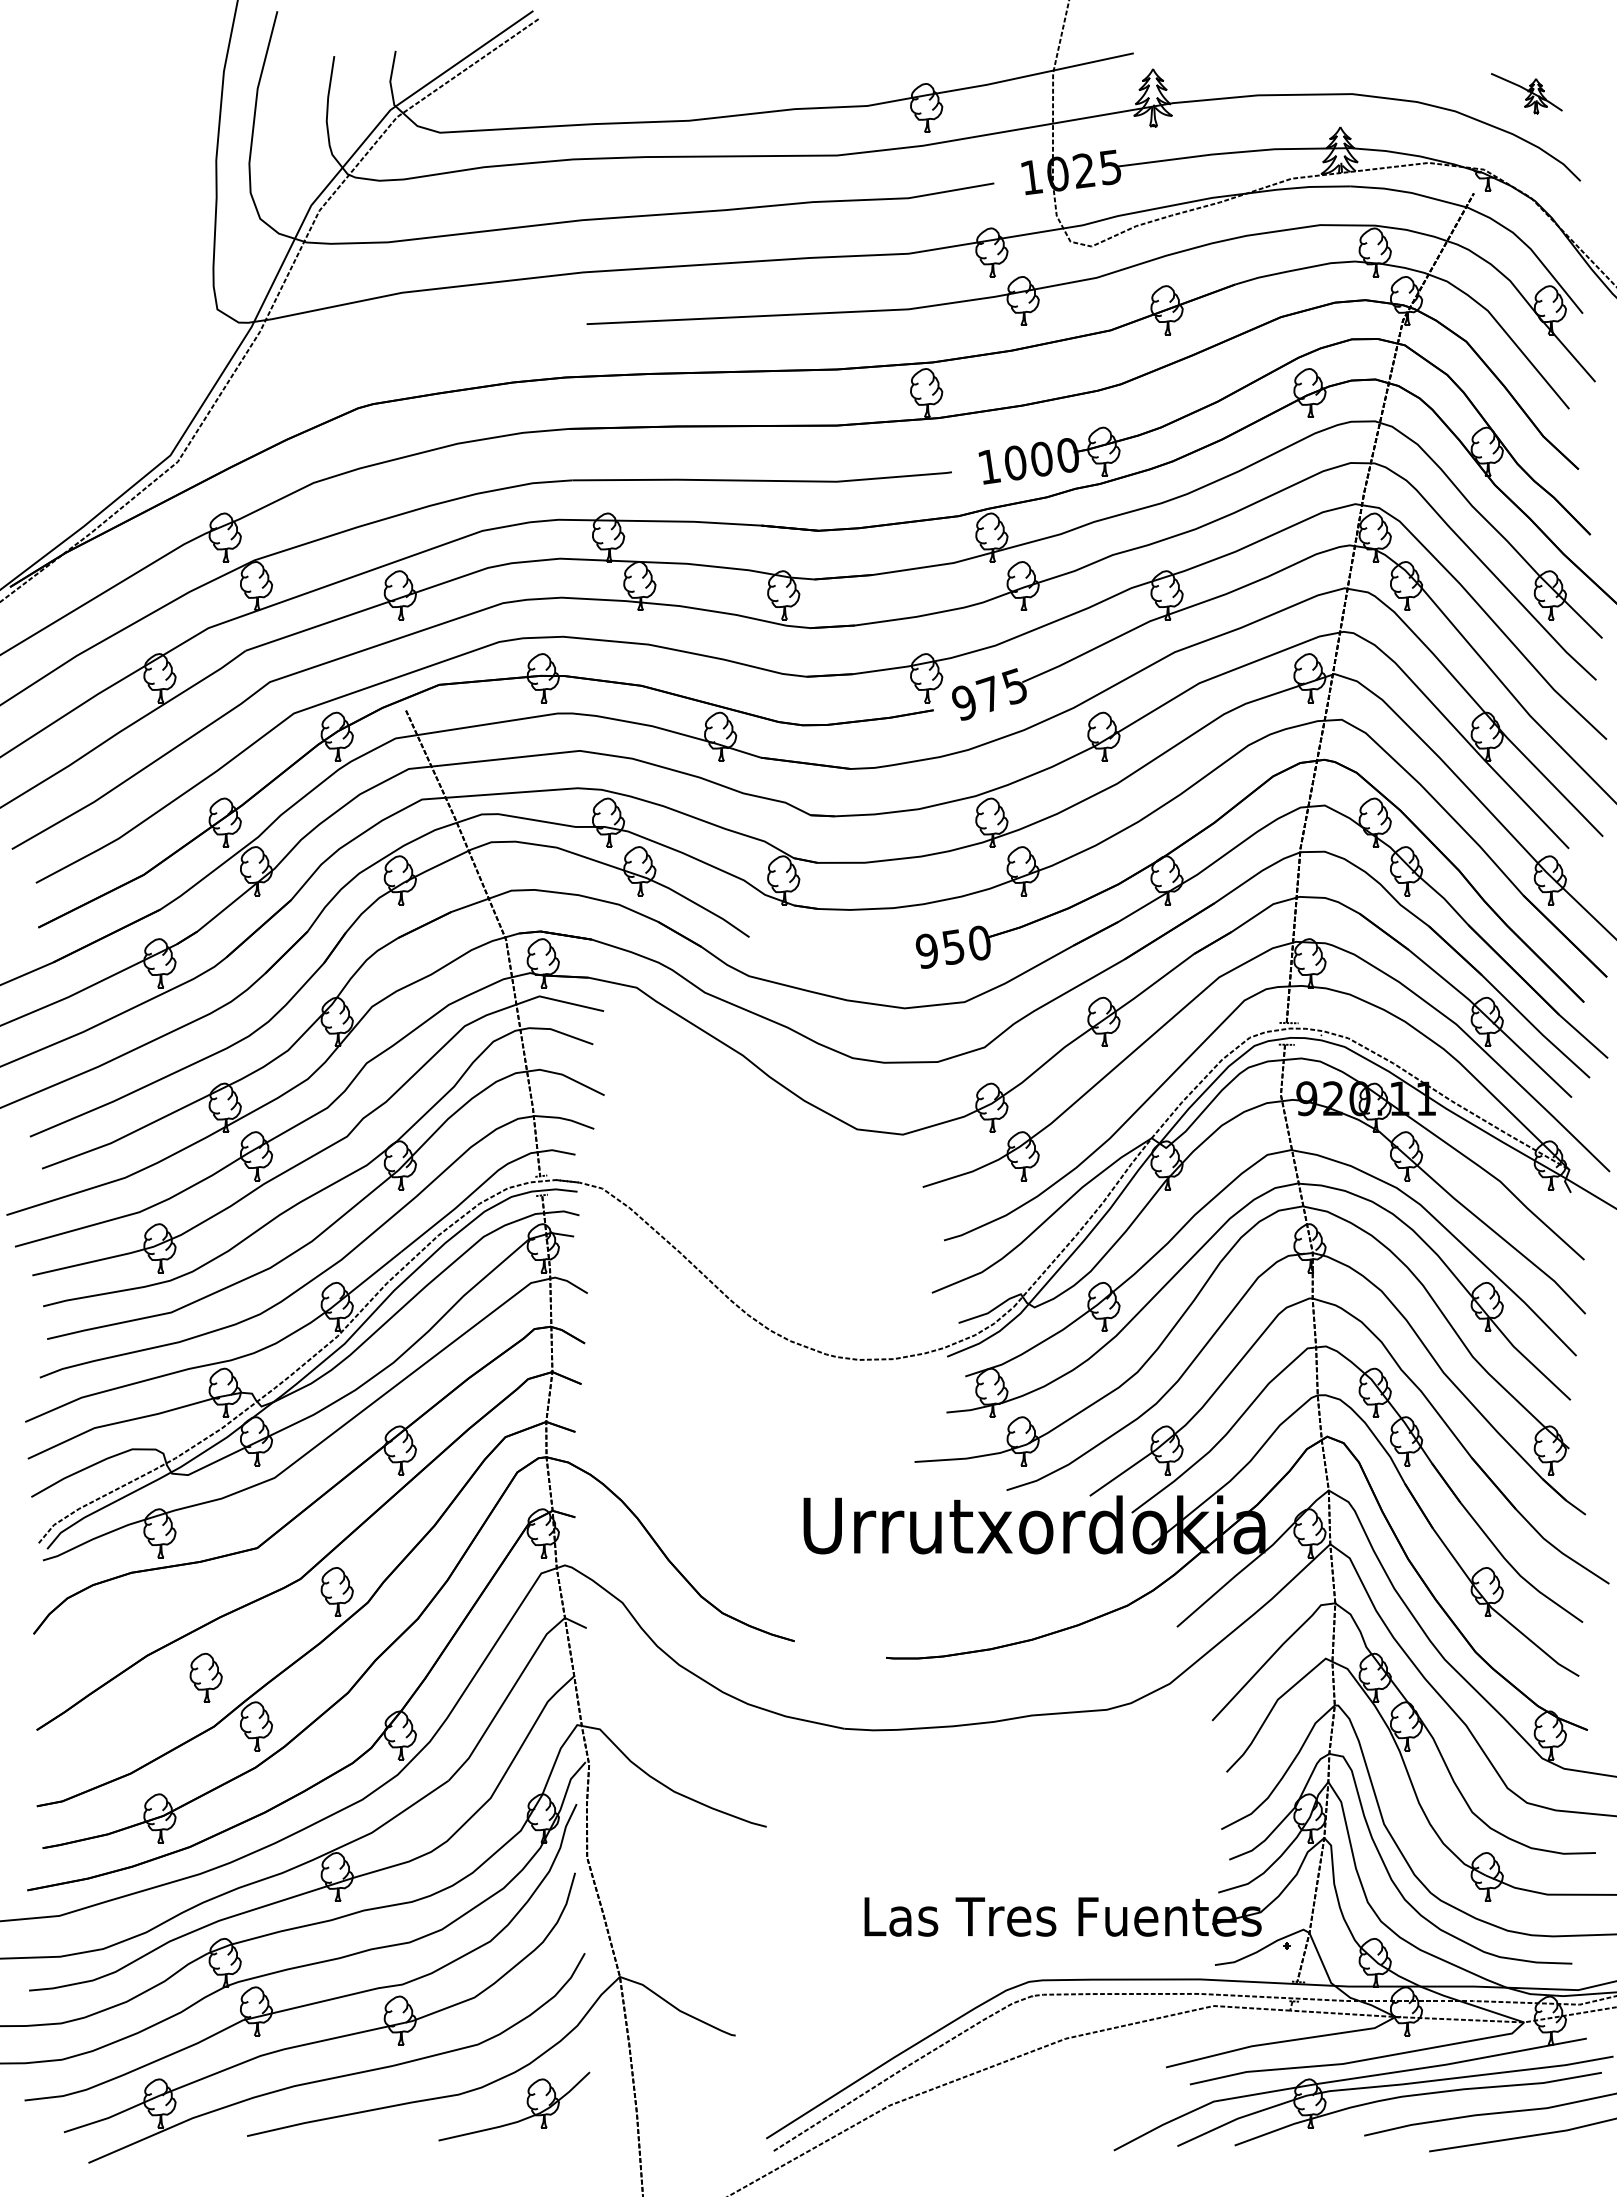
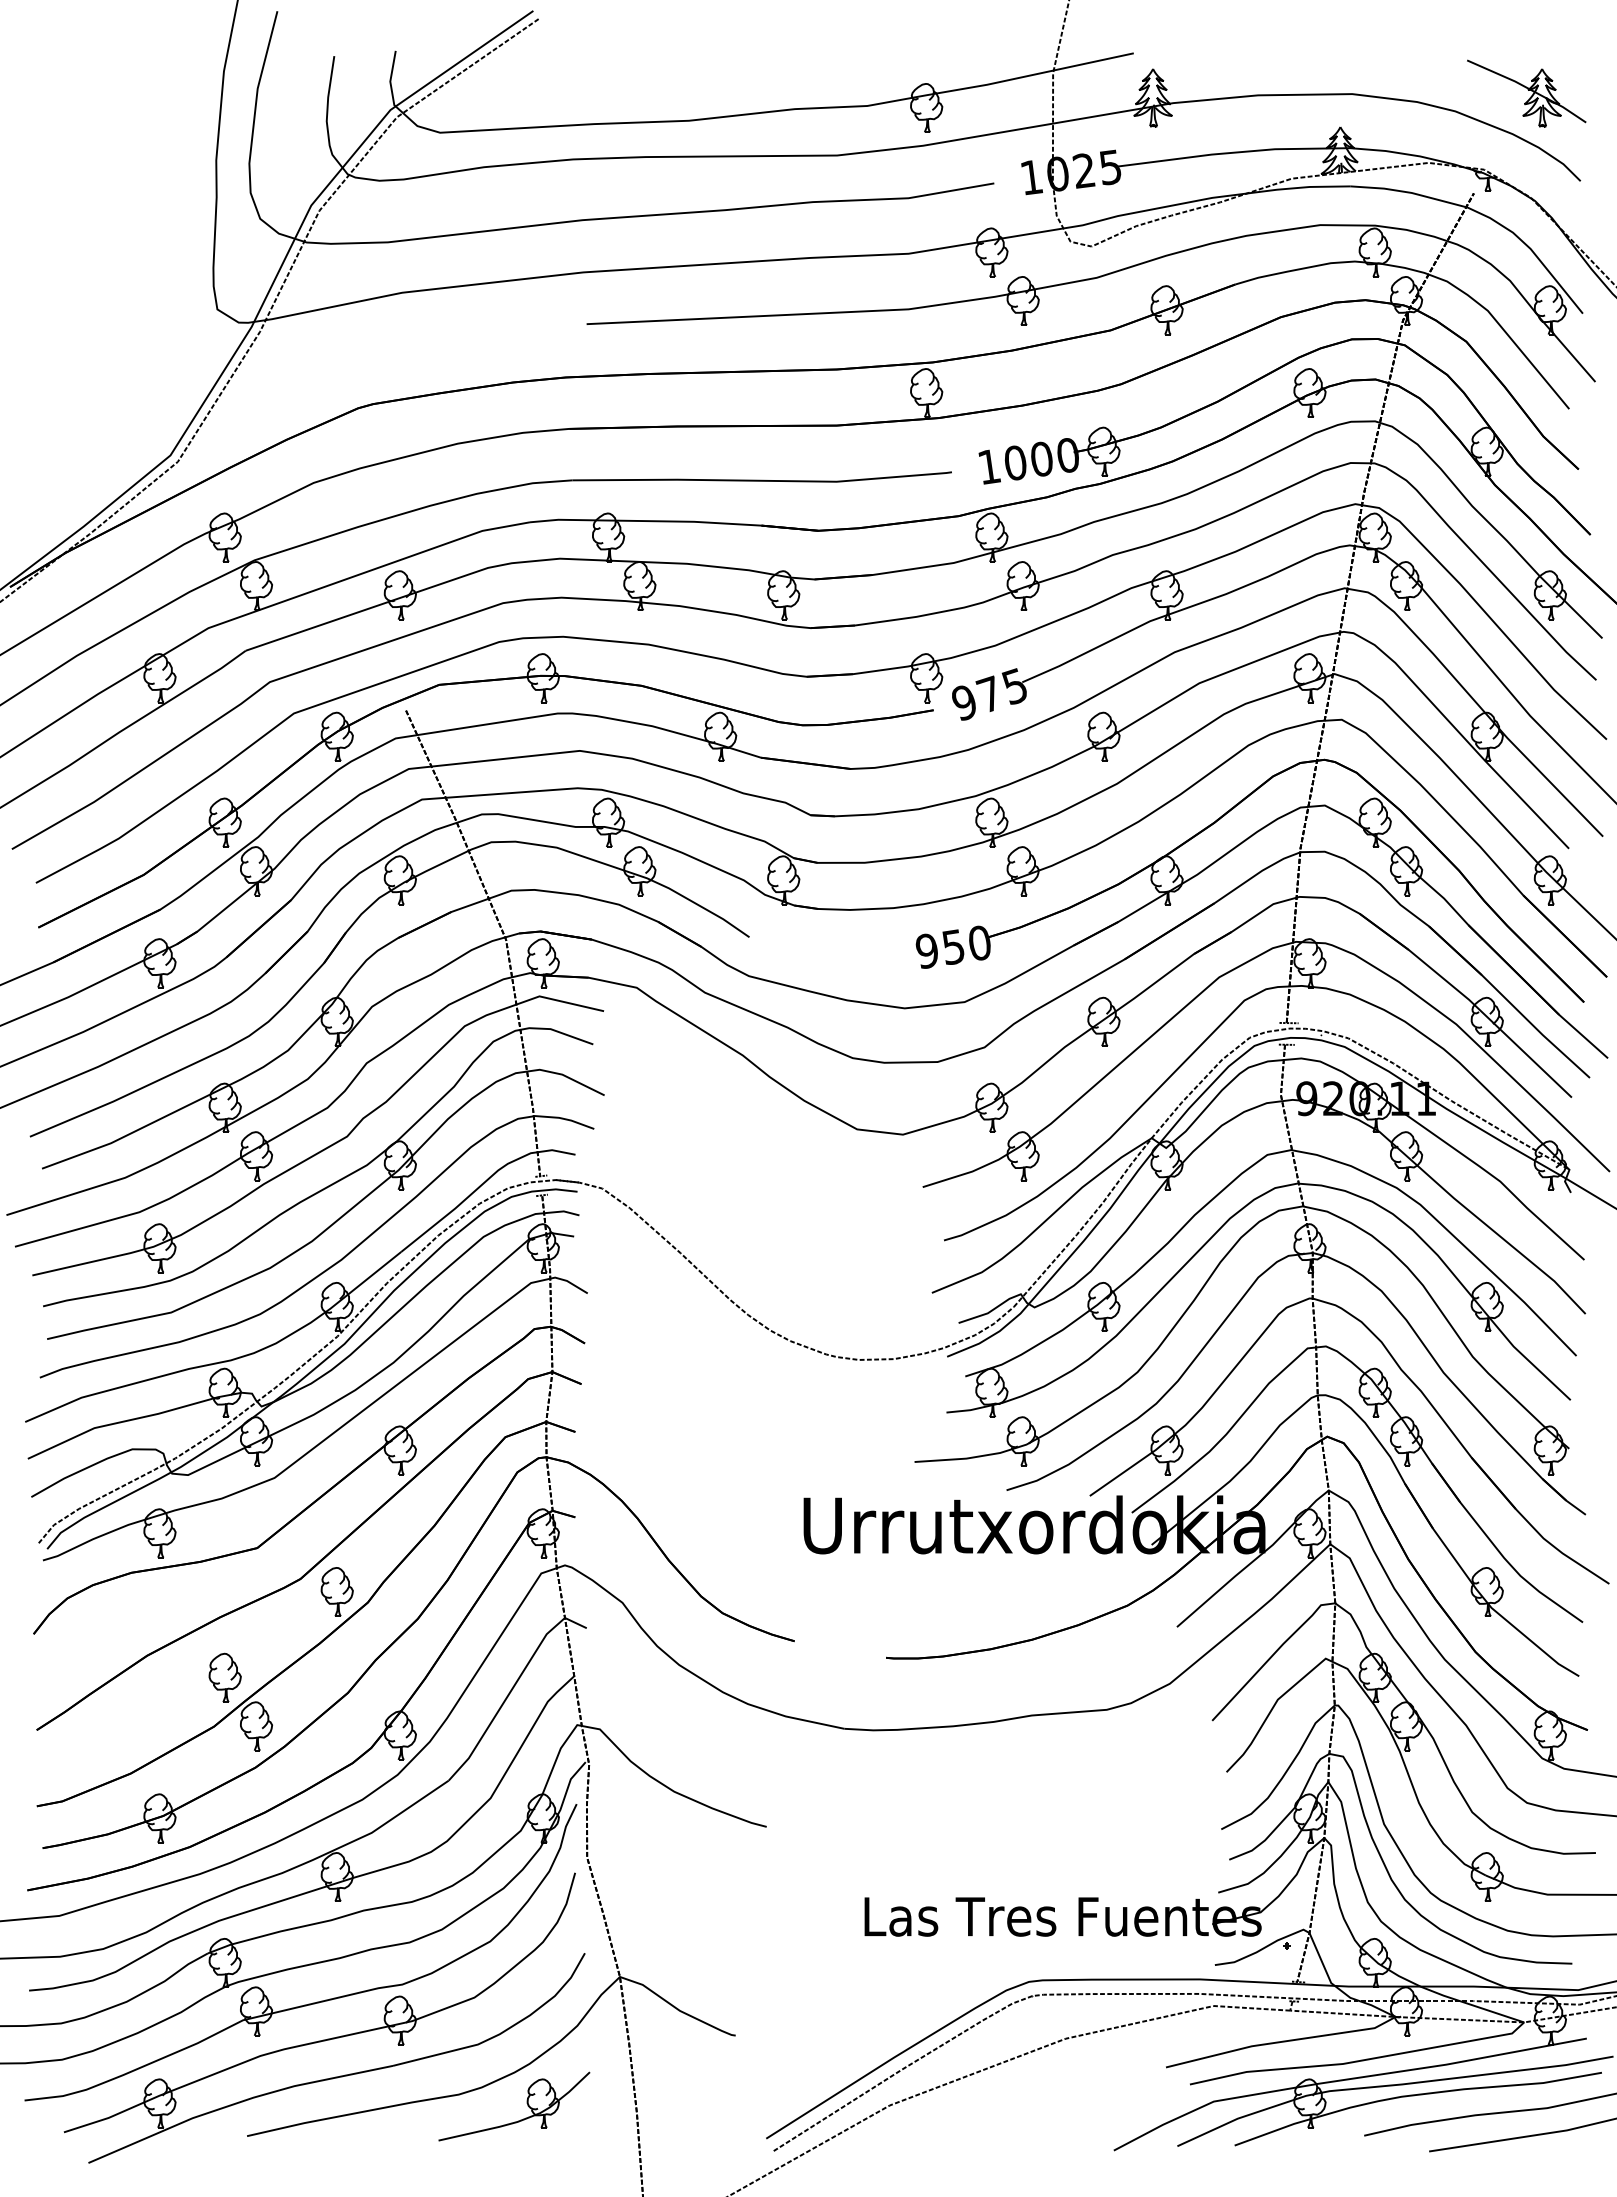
part at (1526, 93) size: 72x42 px -> 120x69 px
part at (205, 1677) position: (205, 1677) -> (224, 1677)
